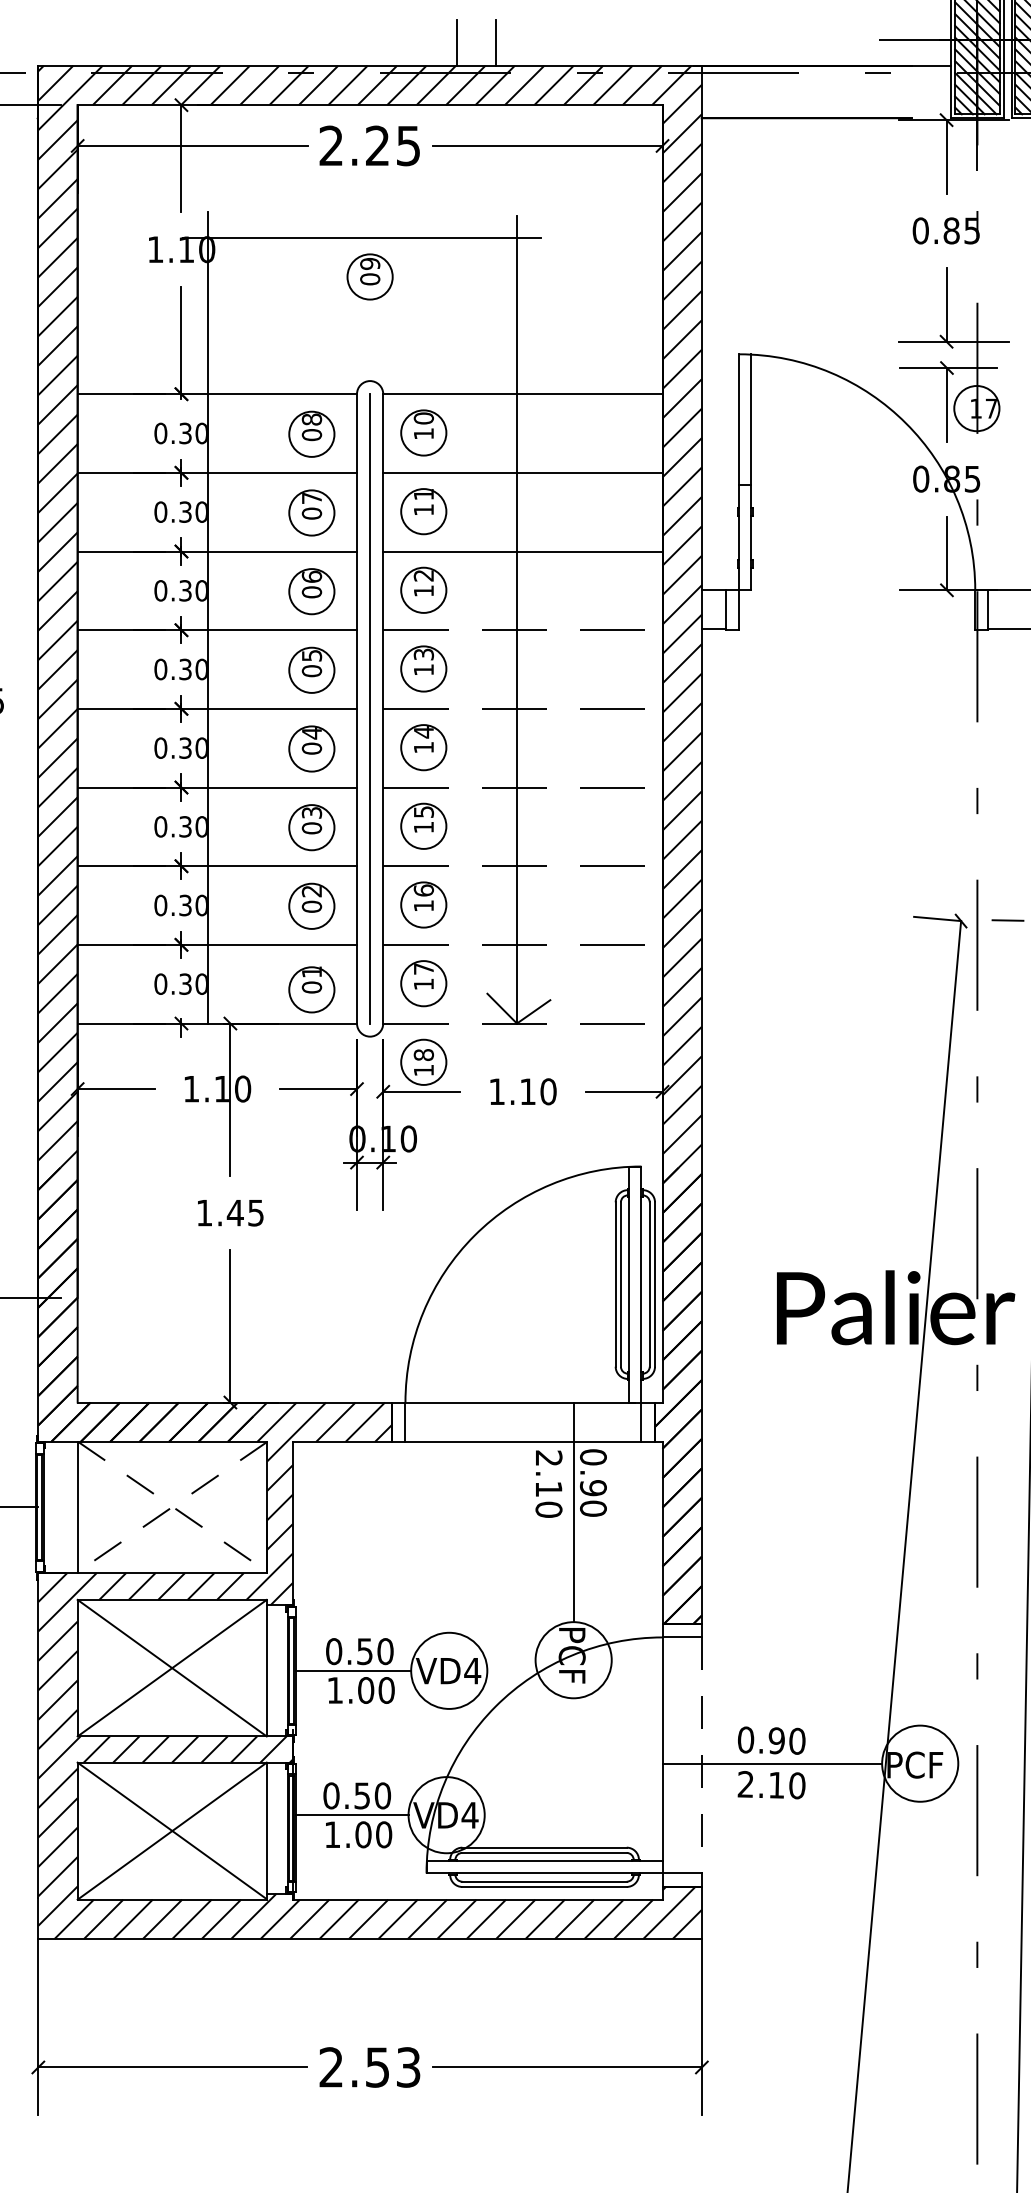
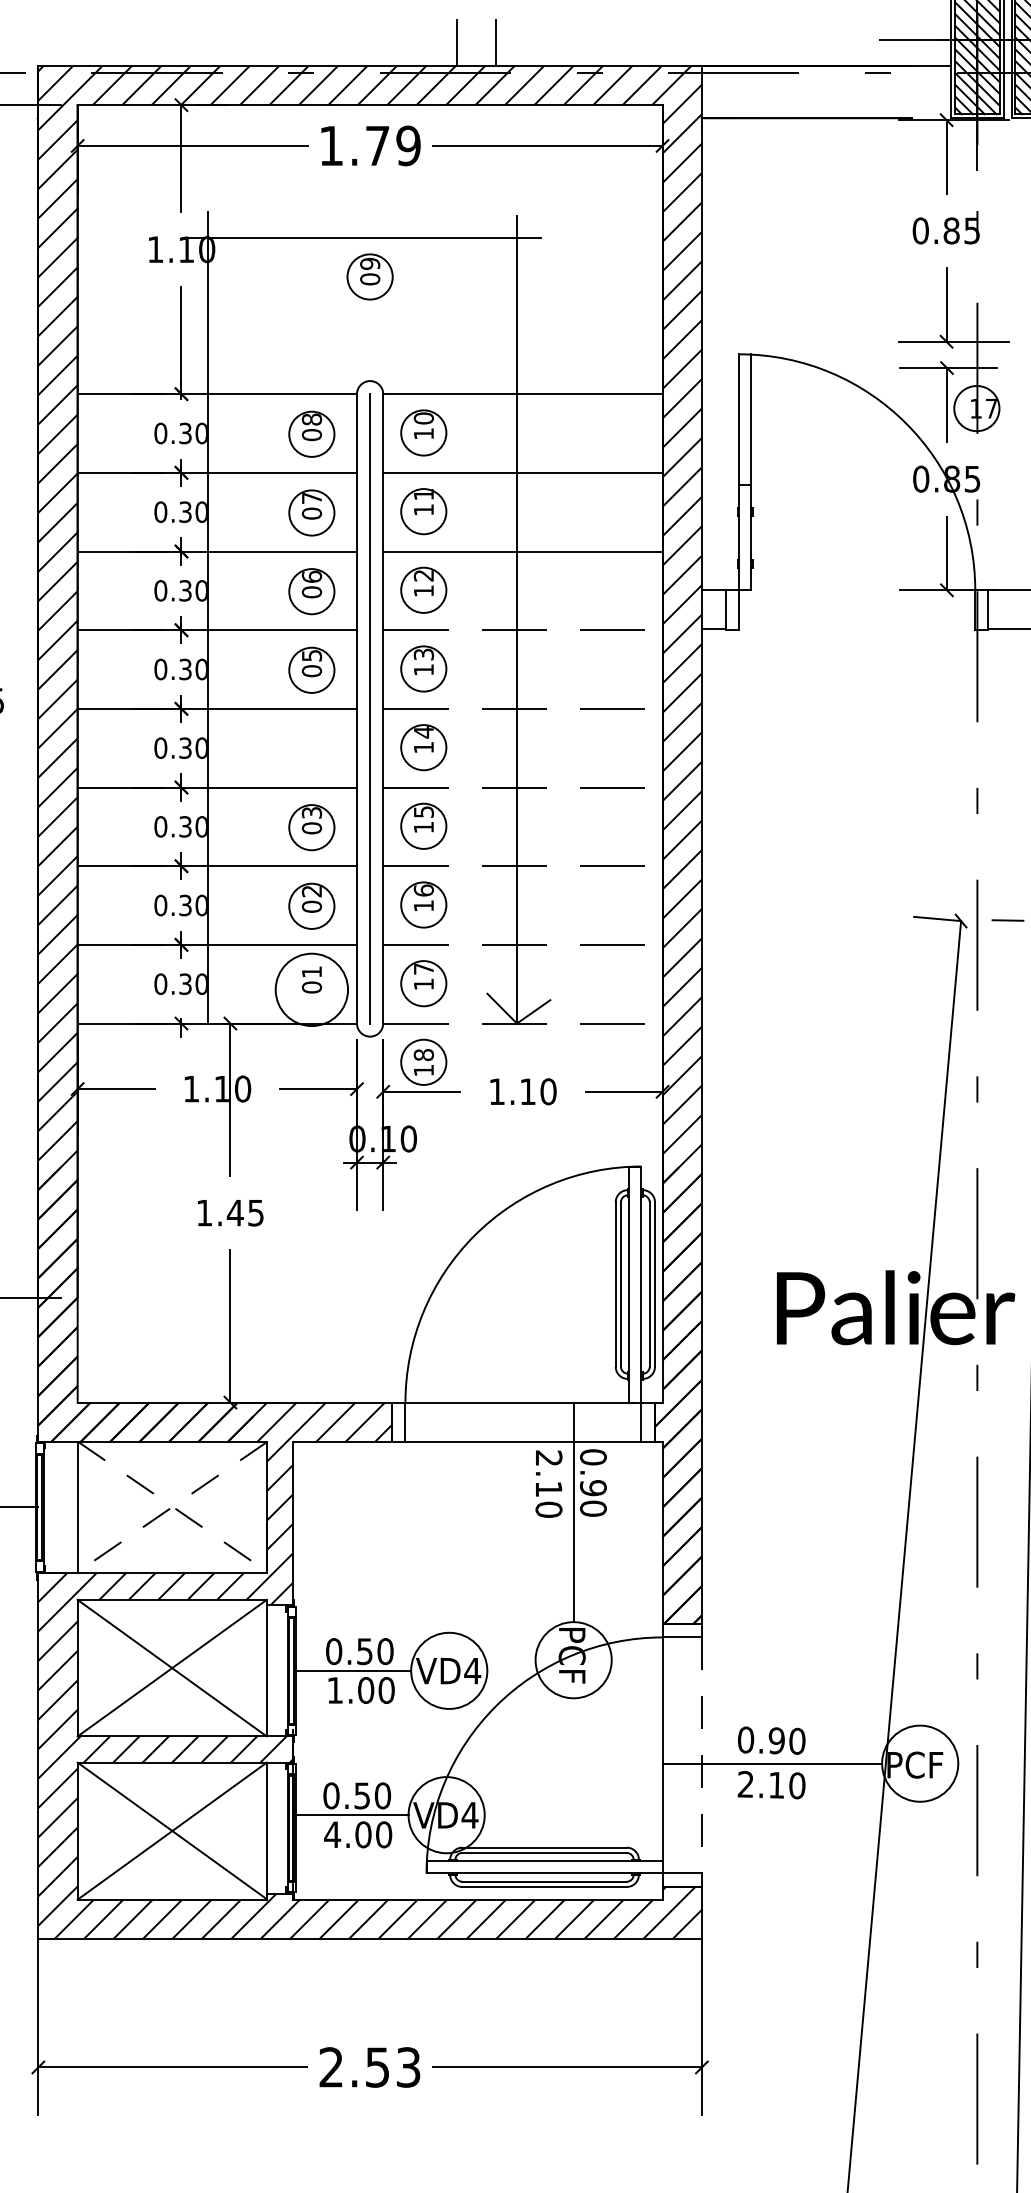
text at (369, 145): 2.25 -> 1.79
part at (311, 748): present -> none
circle at (311, 989) diameter: 45 px -> 72 px
text at (332, 1834): 1.00 -> 4.00
